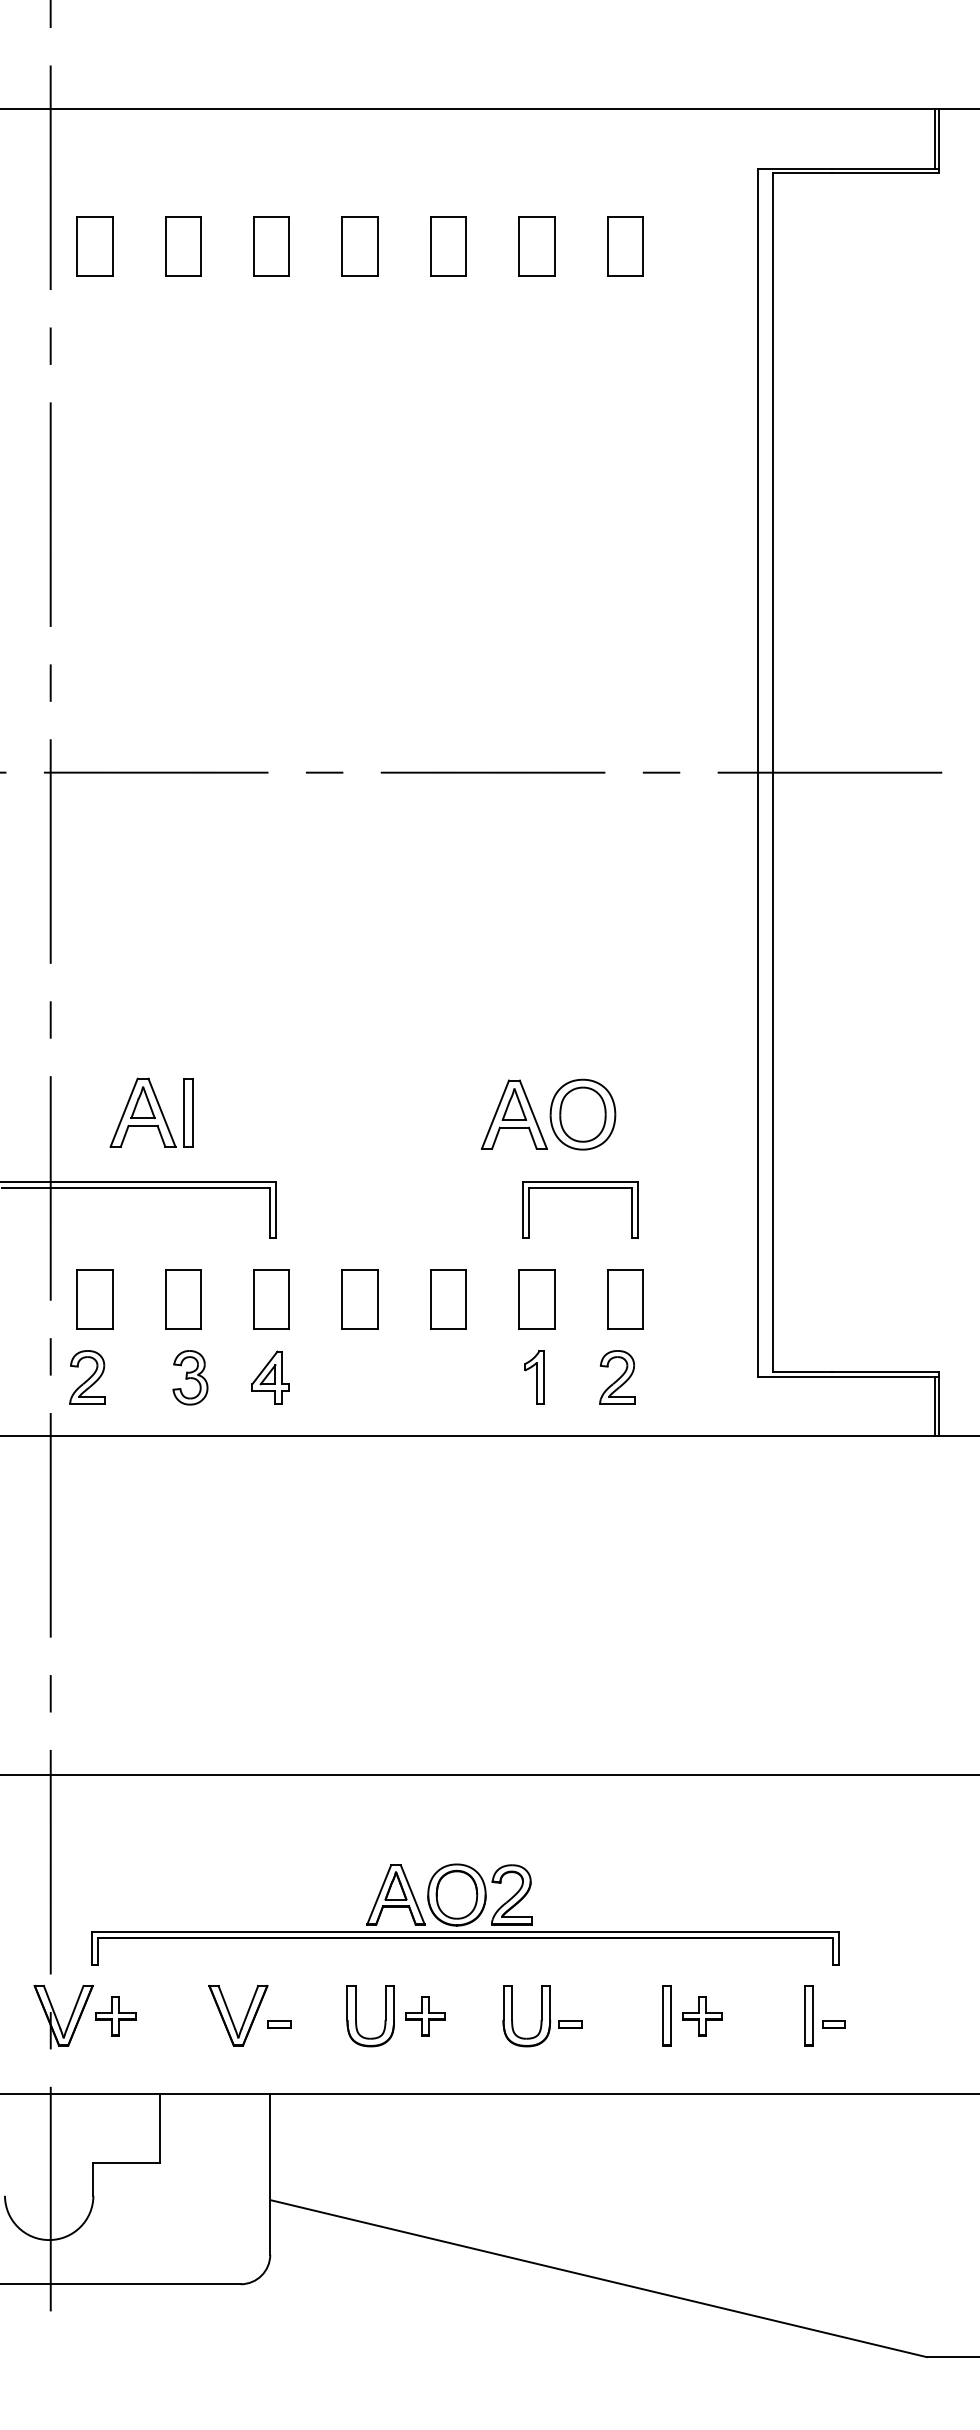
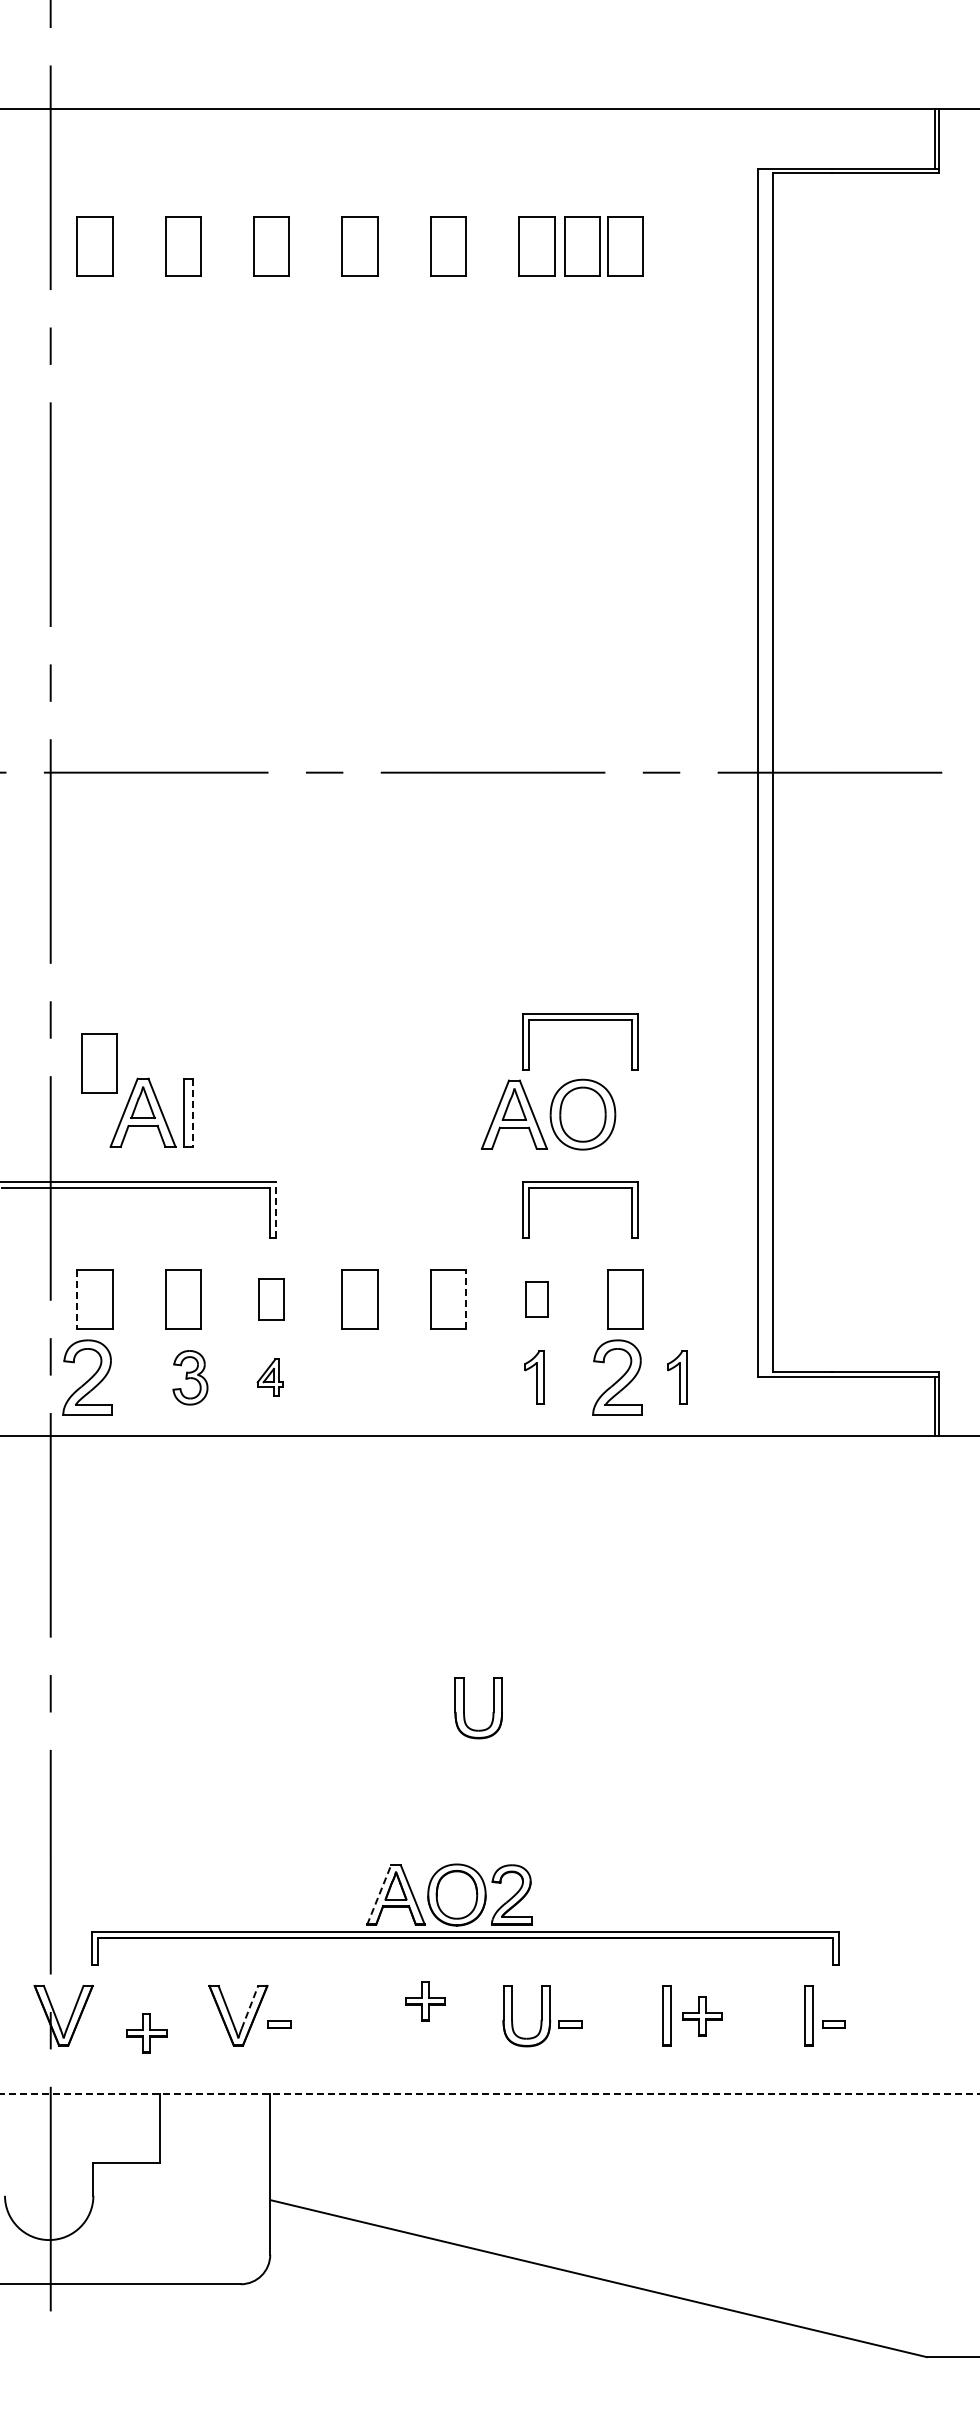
part at (582, 246): none -> present
part at (580, 1020): none -> present
part at (99, 1063): none -> present
line at (193, 1113): solid -> dashed
line at (276, 1209): solid -> dashed
line at (466, 1298): solid -> dashed
line at (77, 1299): solid -> dashed
part at (271, 1299) size: 37x61 px -> 27x43 px
part at (536, 1299) size: 38x61 px -> 24x37 px
part at (87, 1377) size: 37x55 px -> 51x77 px
part at (270, 1377) size: 39x55 px -> 28x39 px
part at (617, 1377) size: 37x55 px -> 51x77 px
part at (677, 1377): none -> present
line at (489, 1774): present -> none
line at (379, 1894): solid -> dashed
line at (249, 2007): solid -> dashed
part at (115, 2016) position: (115, 2016) -> (146, 2033)
part at (356, 2016) position: (356, 2016) -> (464, 1708)
part at (425, 2016) position: (425, 2016) -> (425, 2001)
line at (489, 2094): solid -> dashed
